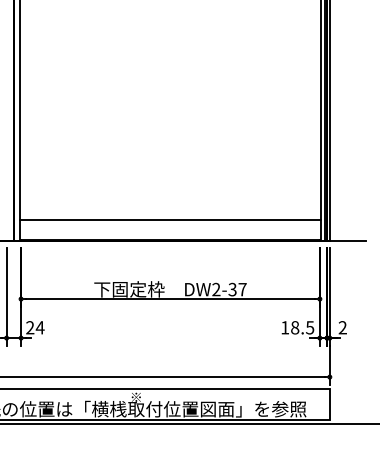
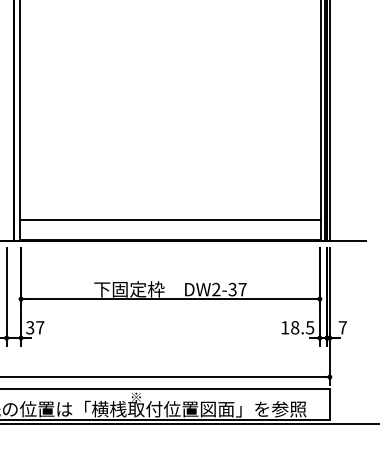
text at (35, 327): 24 -> 37
text at (342, 327): 2 -> 7
